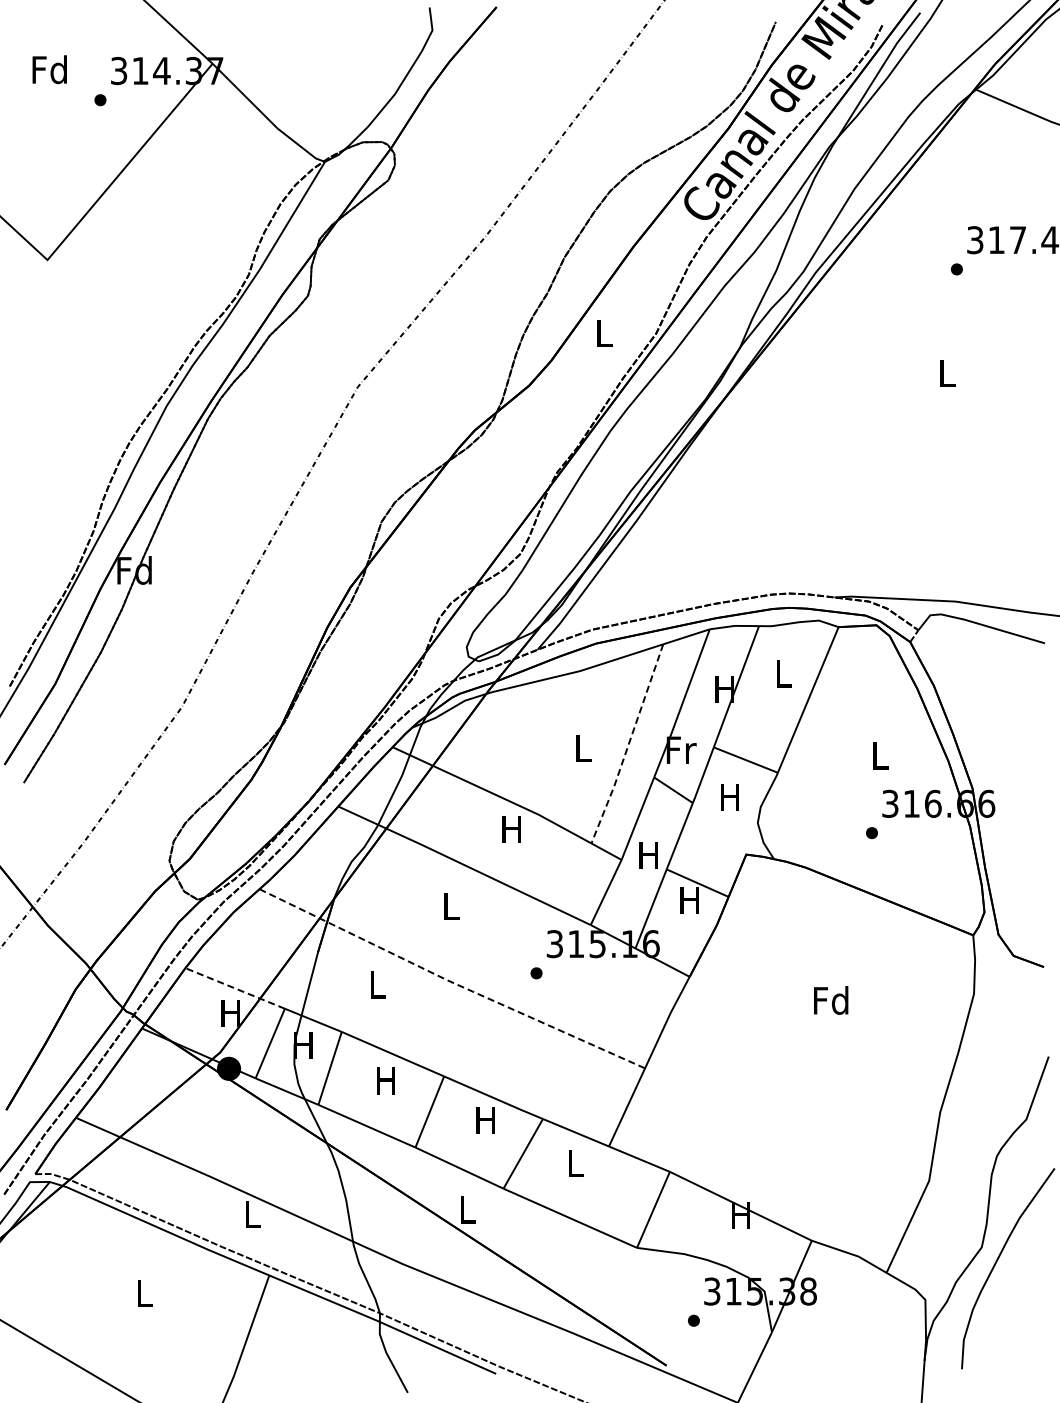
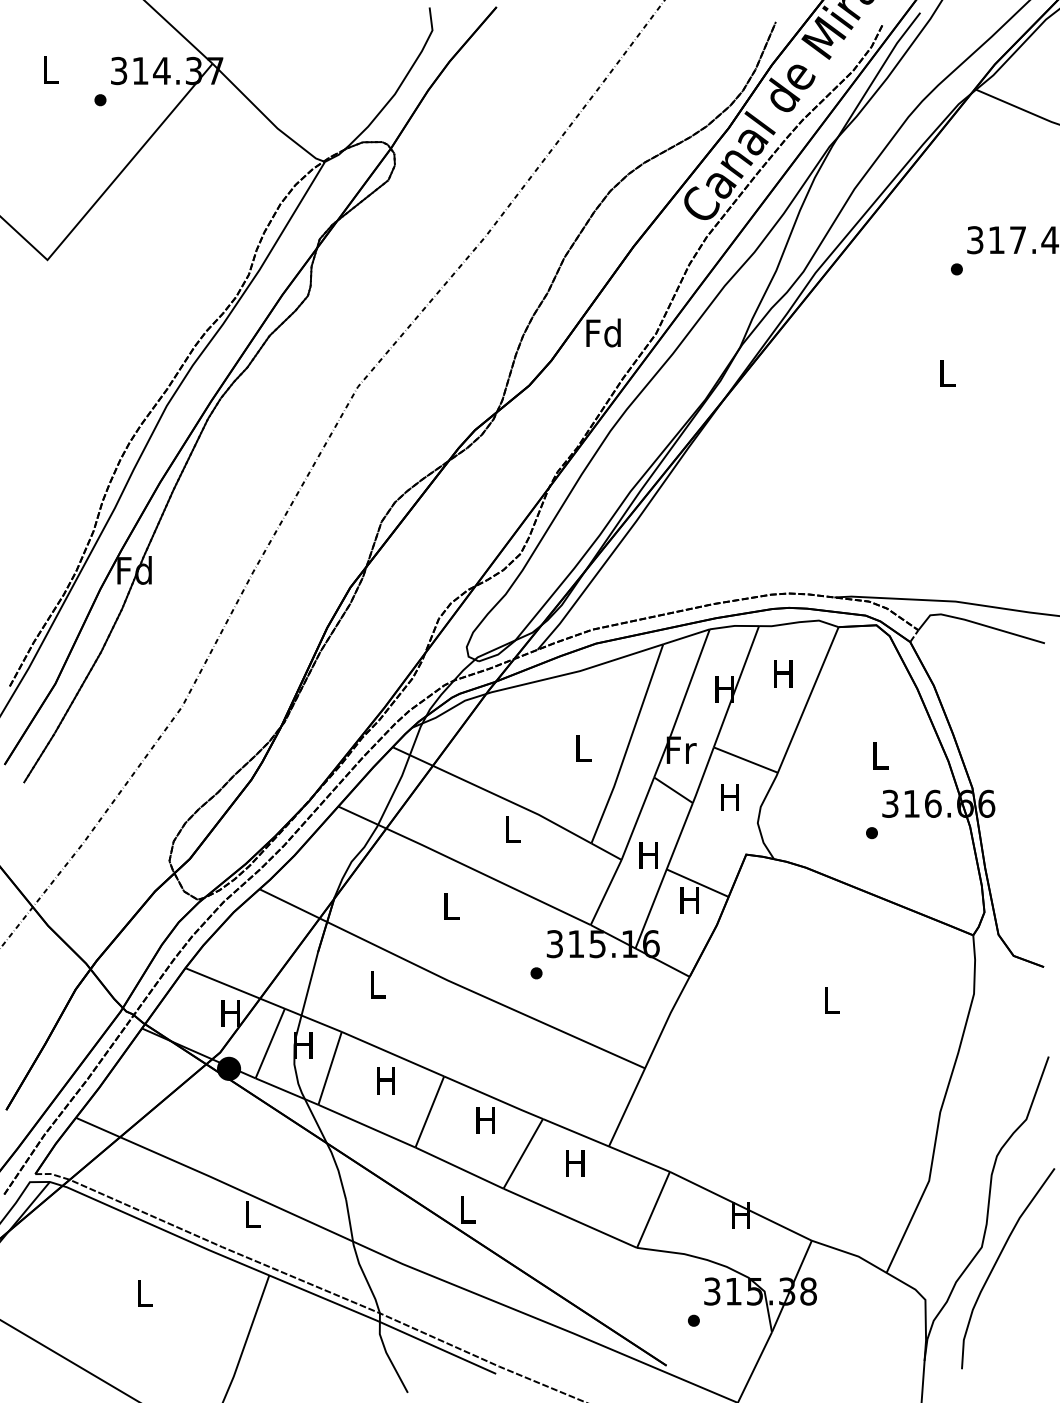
text at (49, 69): Fd -> L
text at (603, 332): L -> Fd
text at (783, 673): L -> H
line at (628, 745): dashed -> solid
text at (511, 829): H -> L
line at (450, 981): dashed -> solid
line at (235, 988): dashed -> solid
text at (831, 1000): Fd -> L
text at (575, 1163): L -> H
